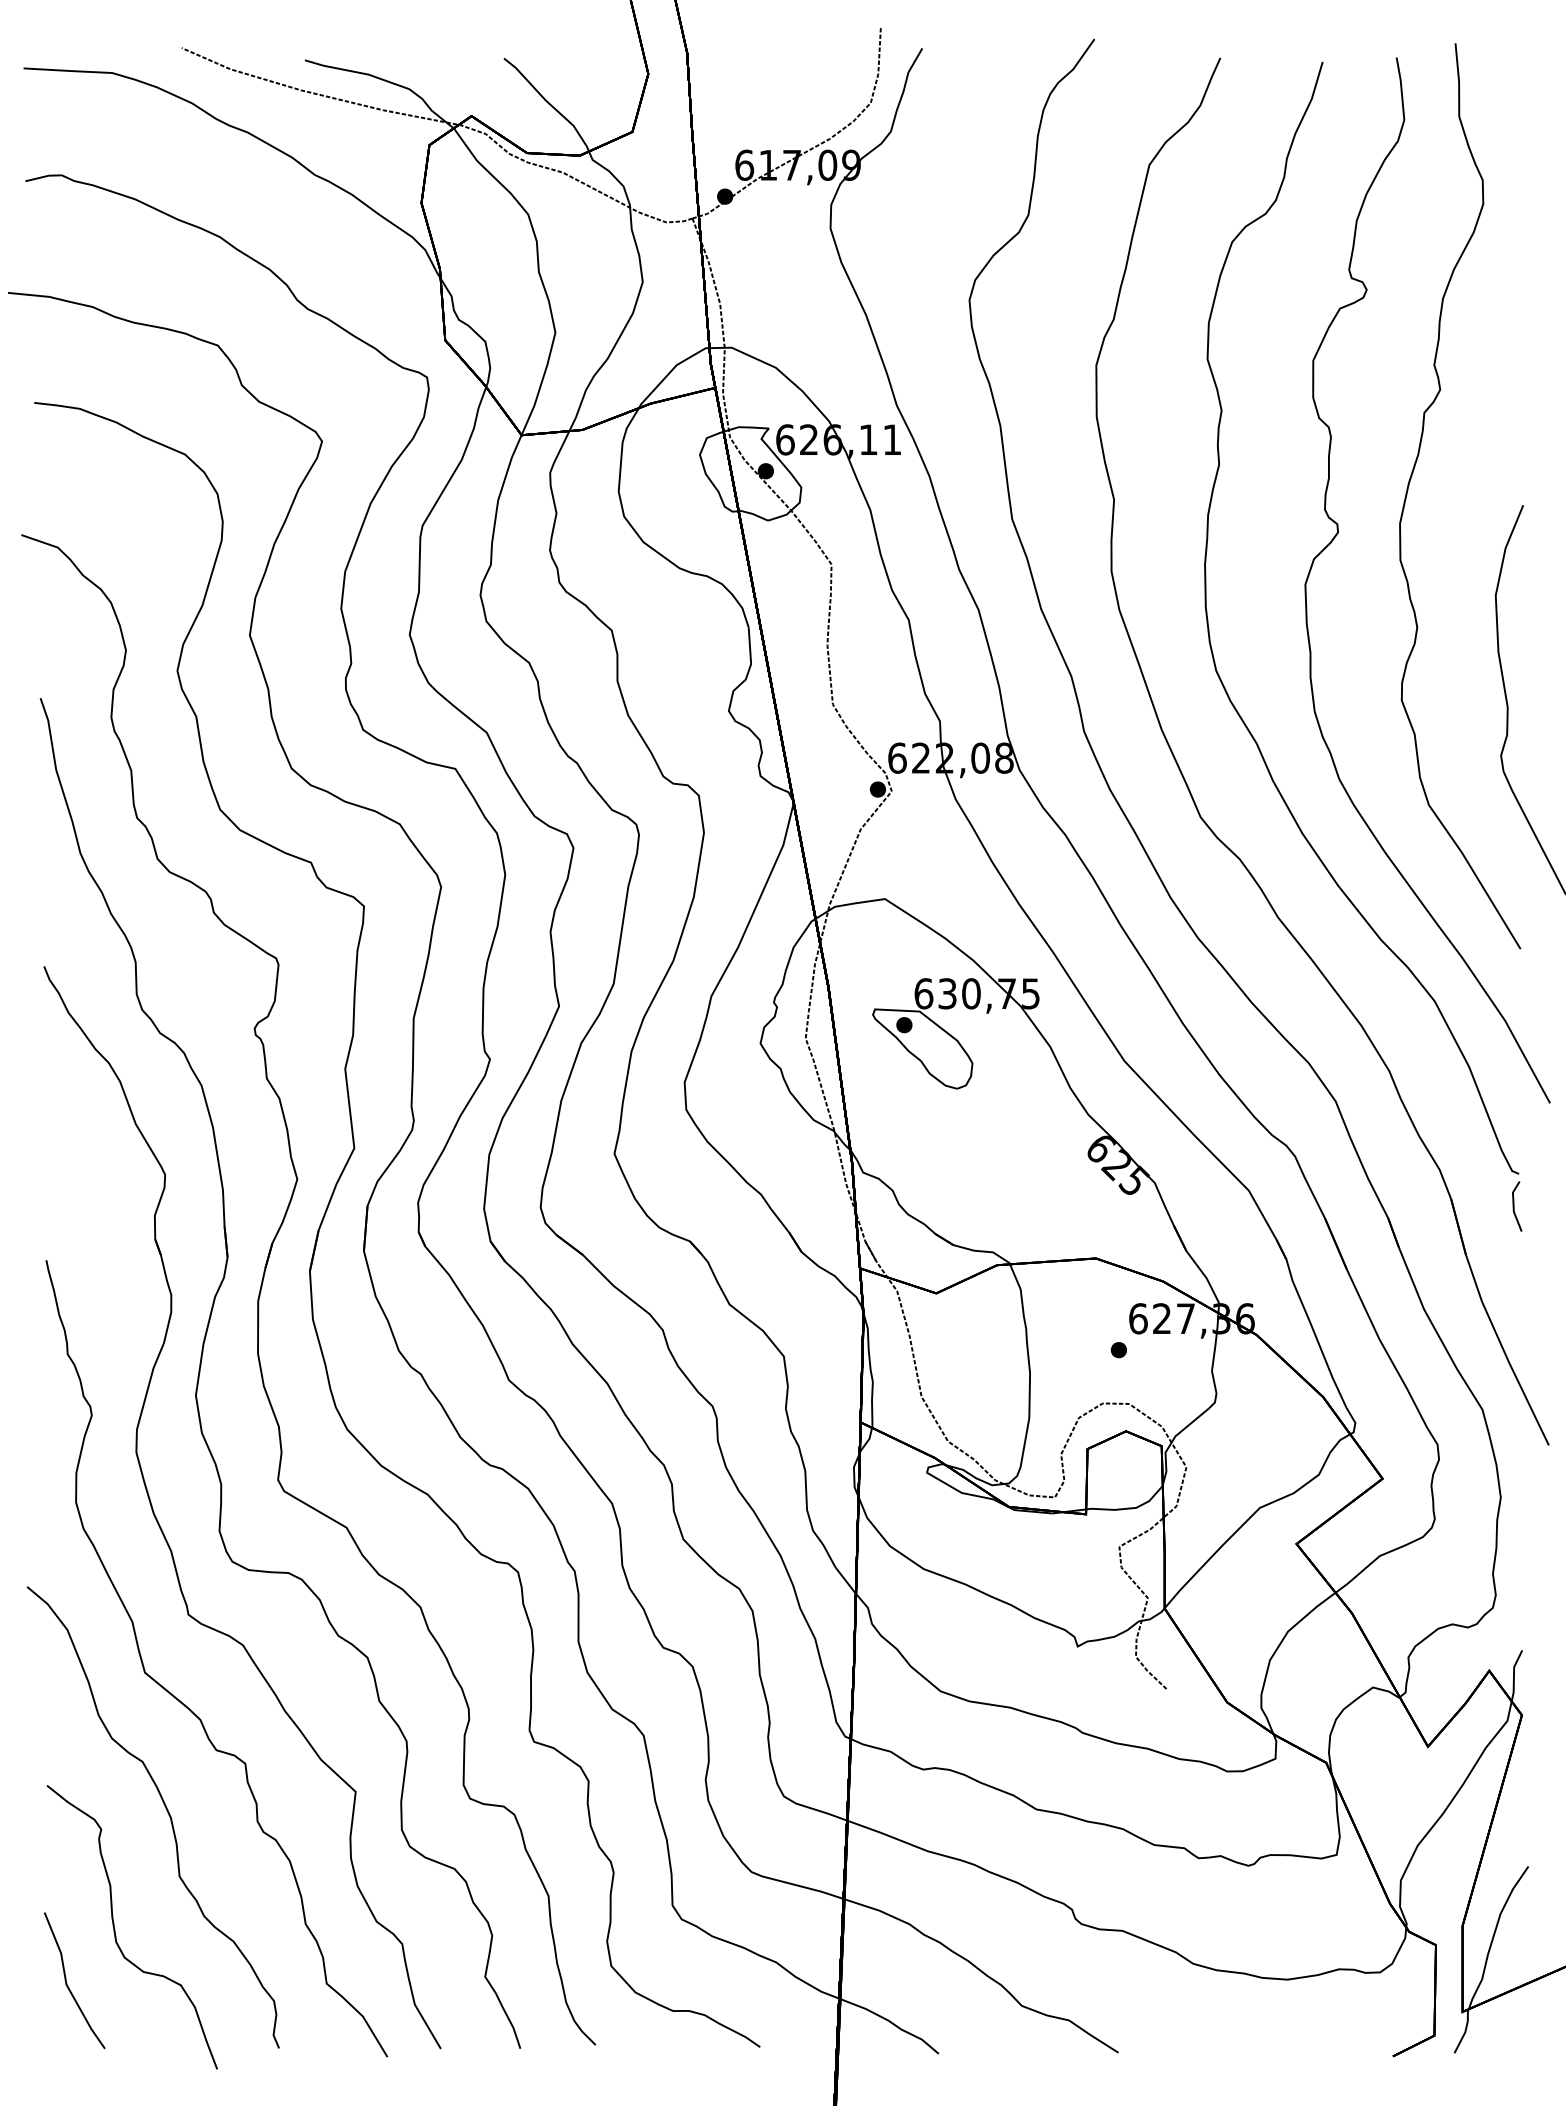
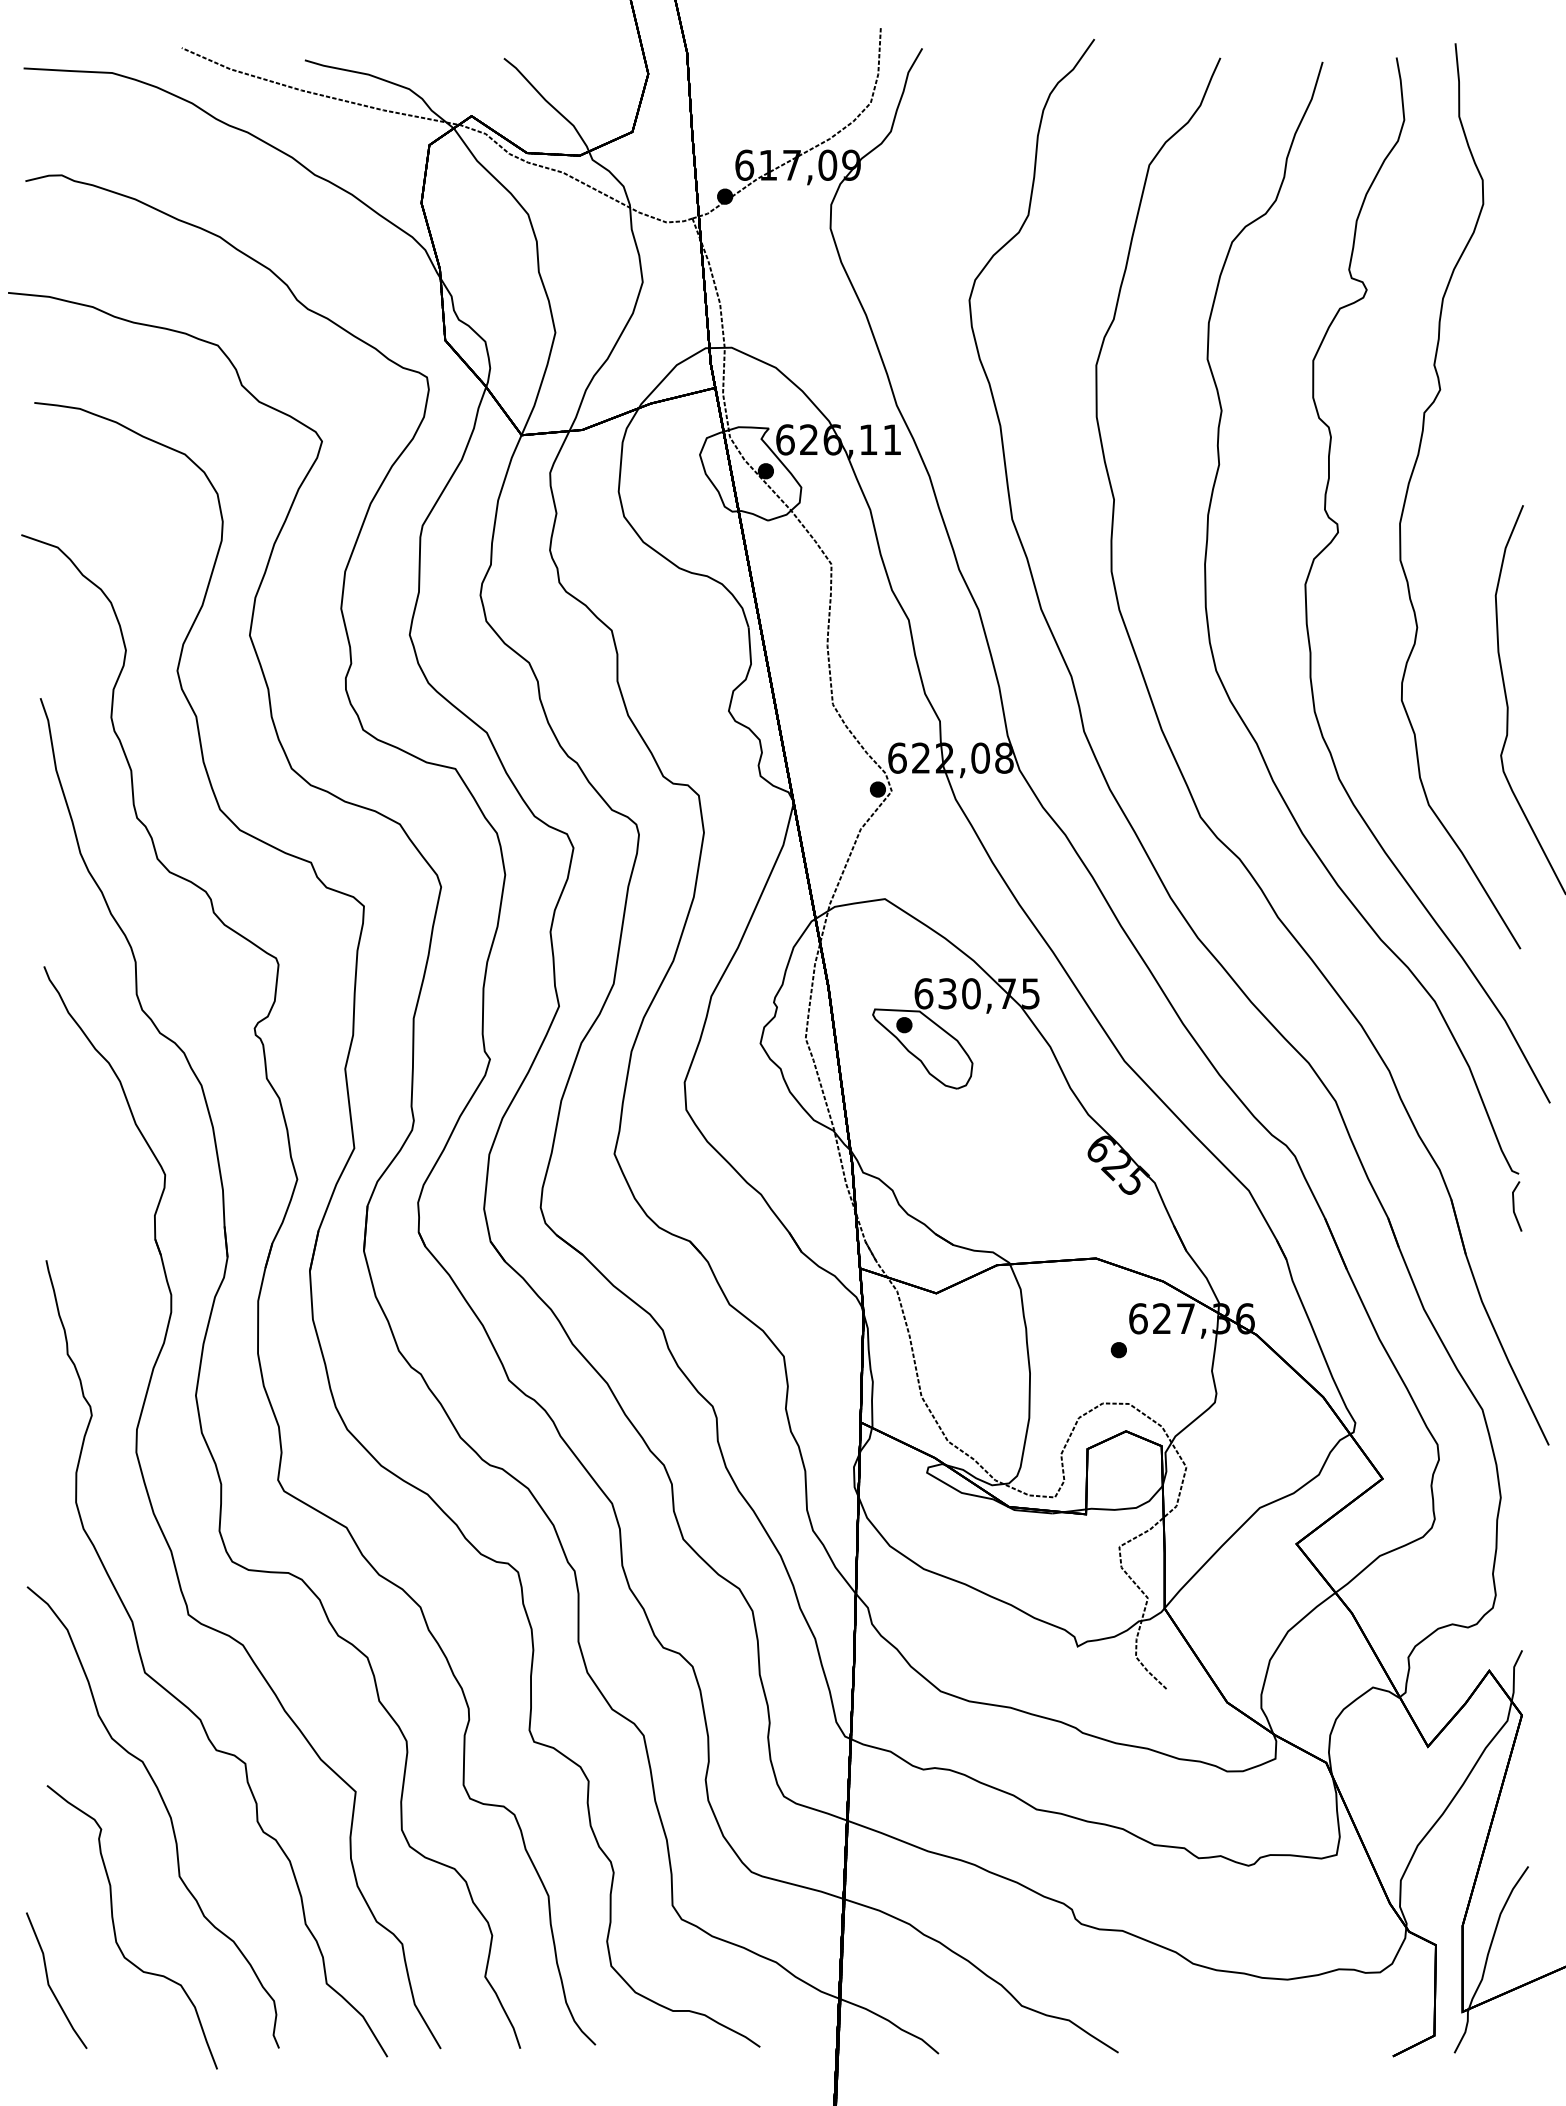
part at (67, 1983) position: (67, 1983) -> (49, 1983)
